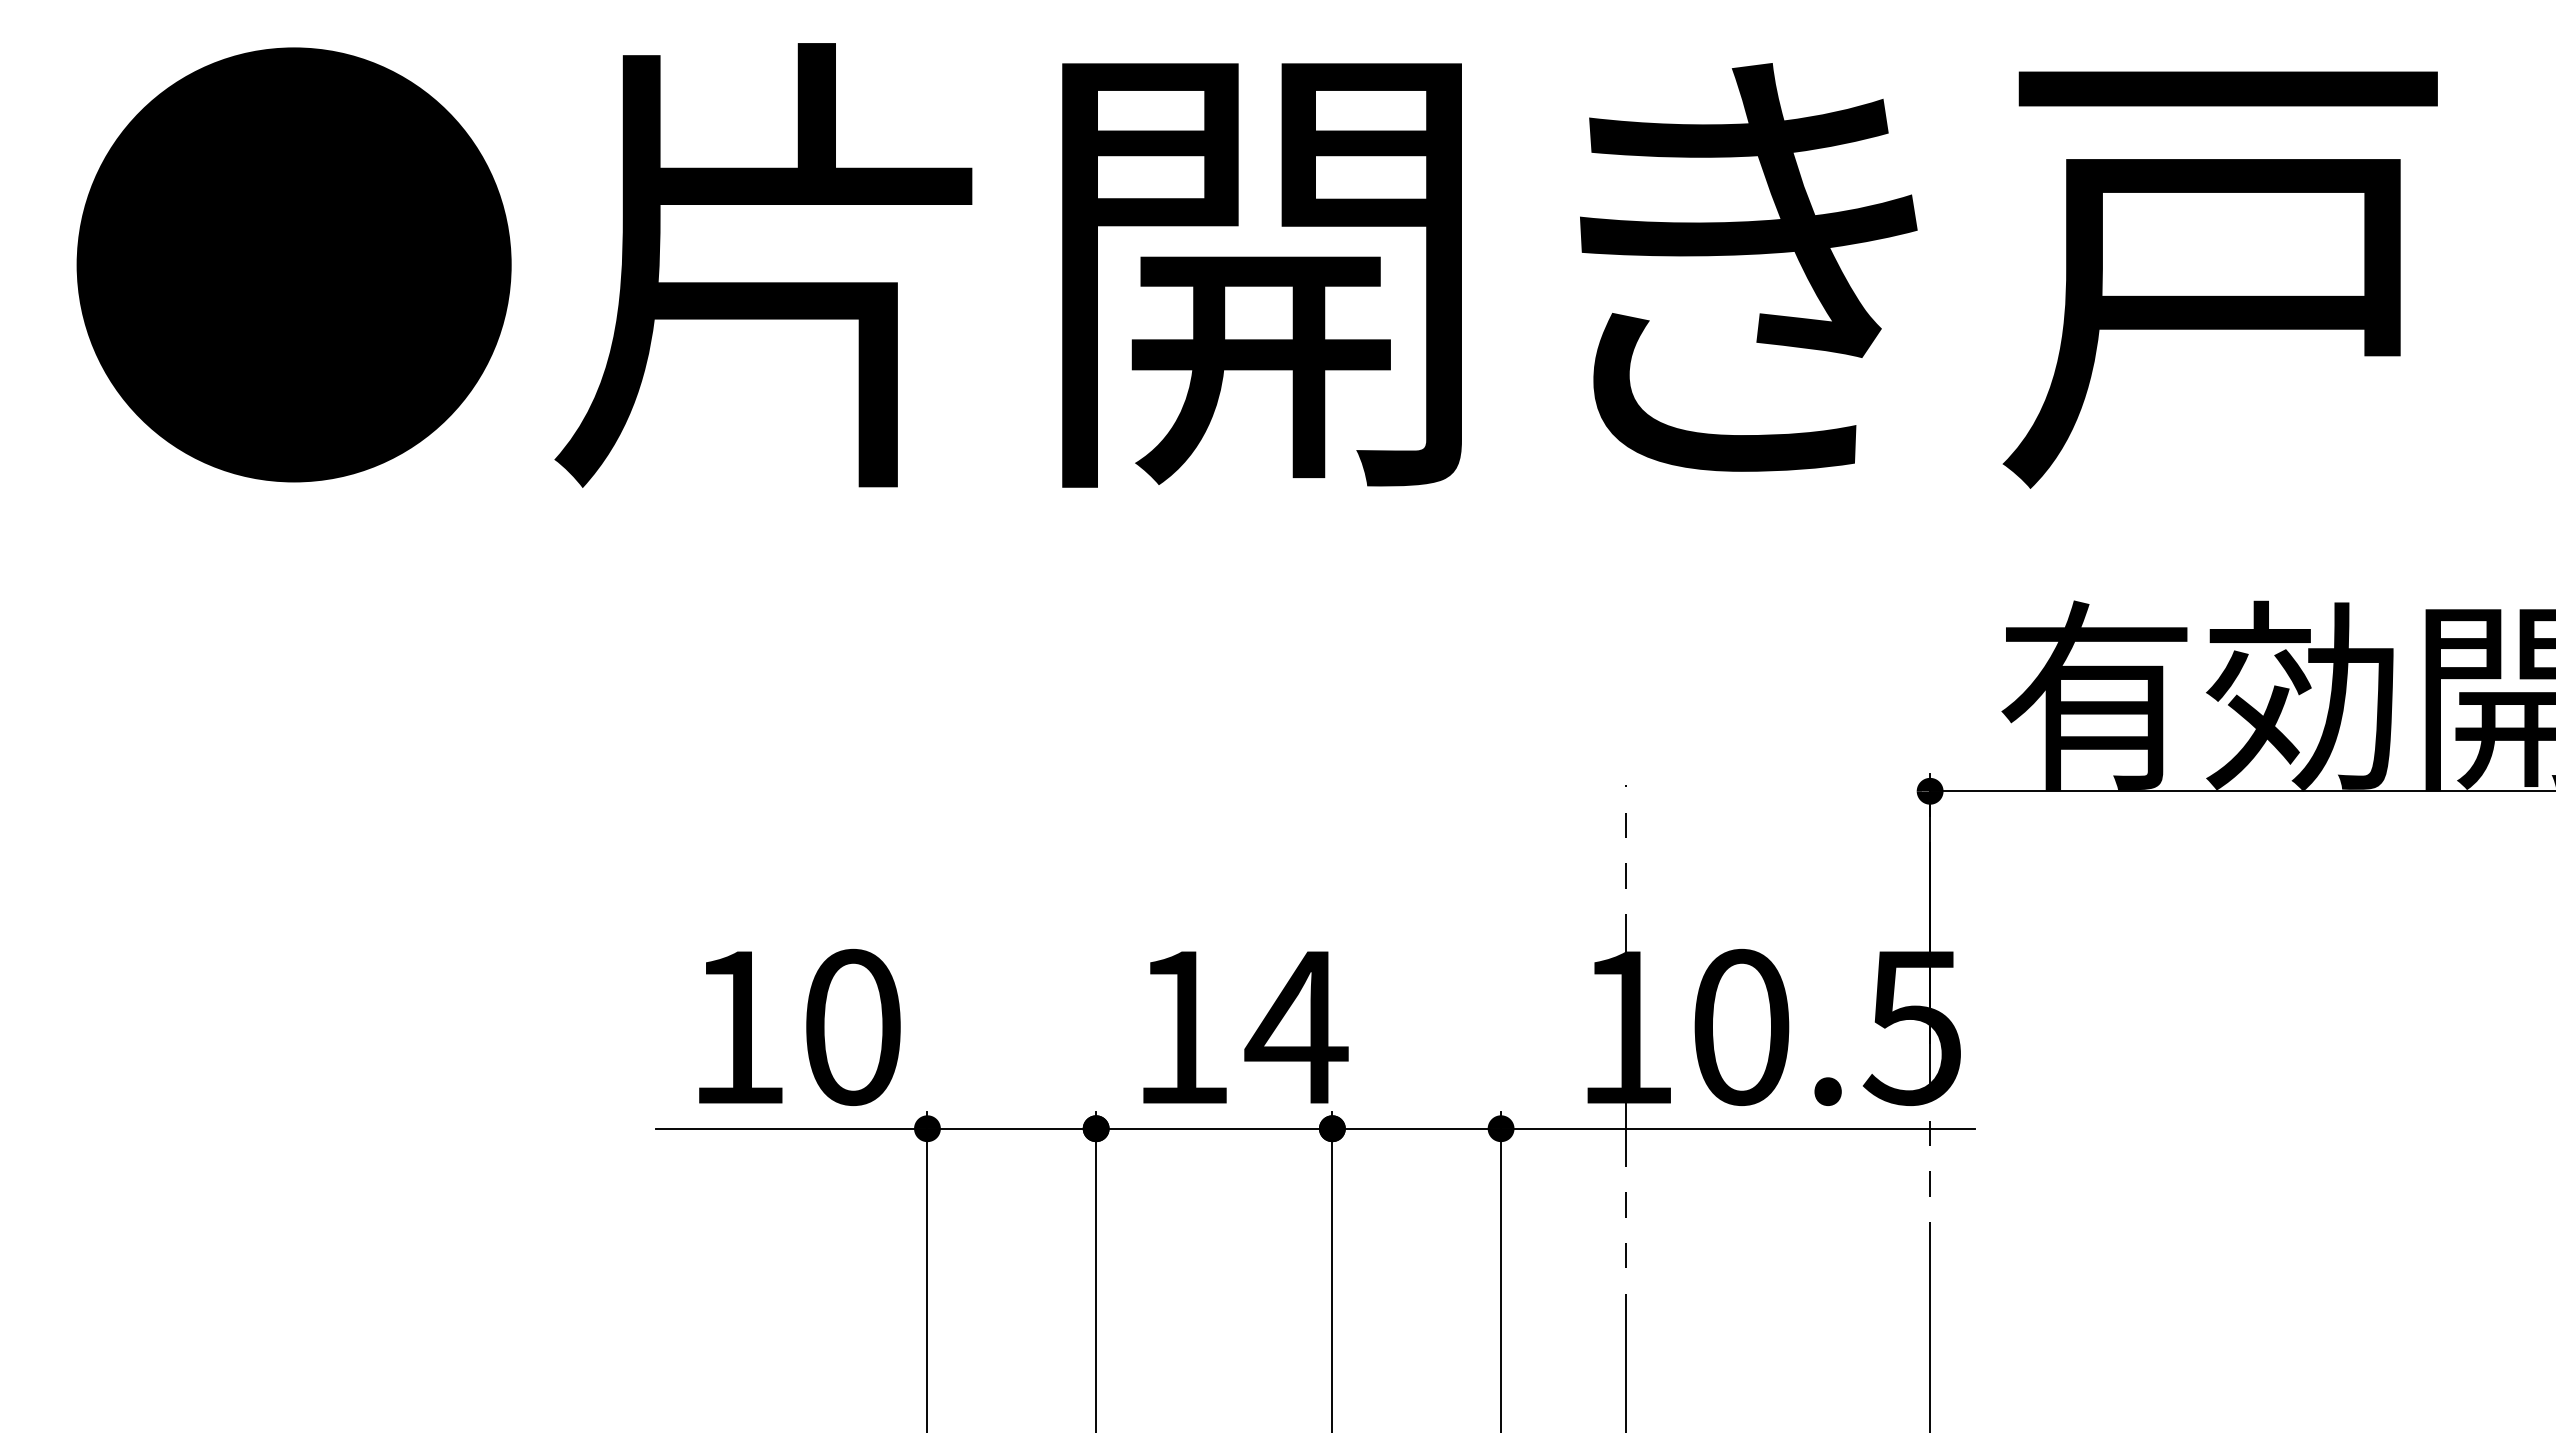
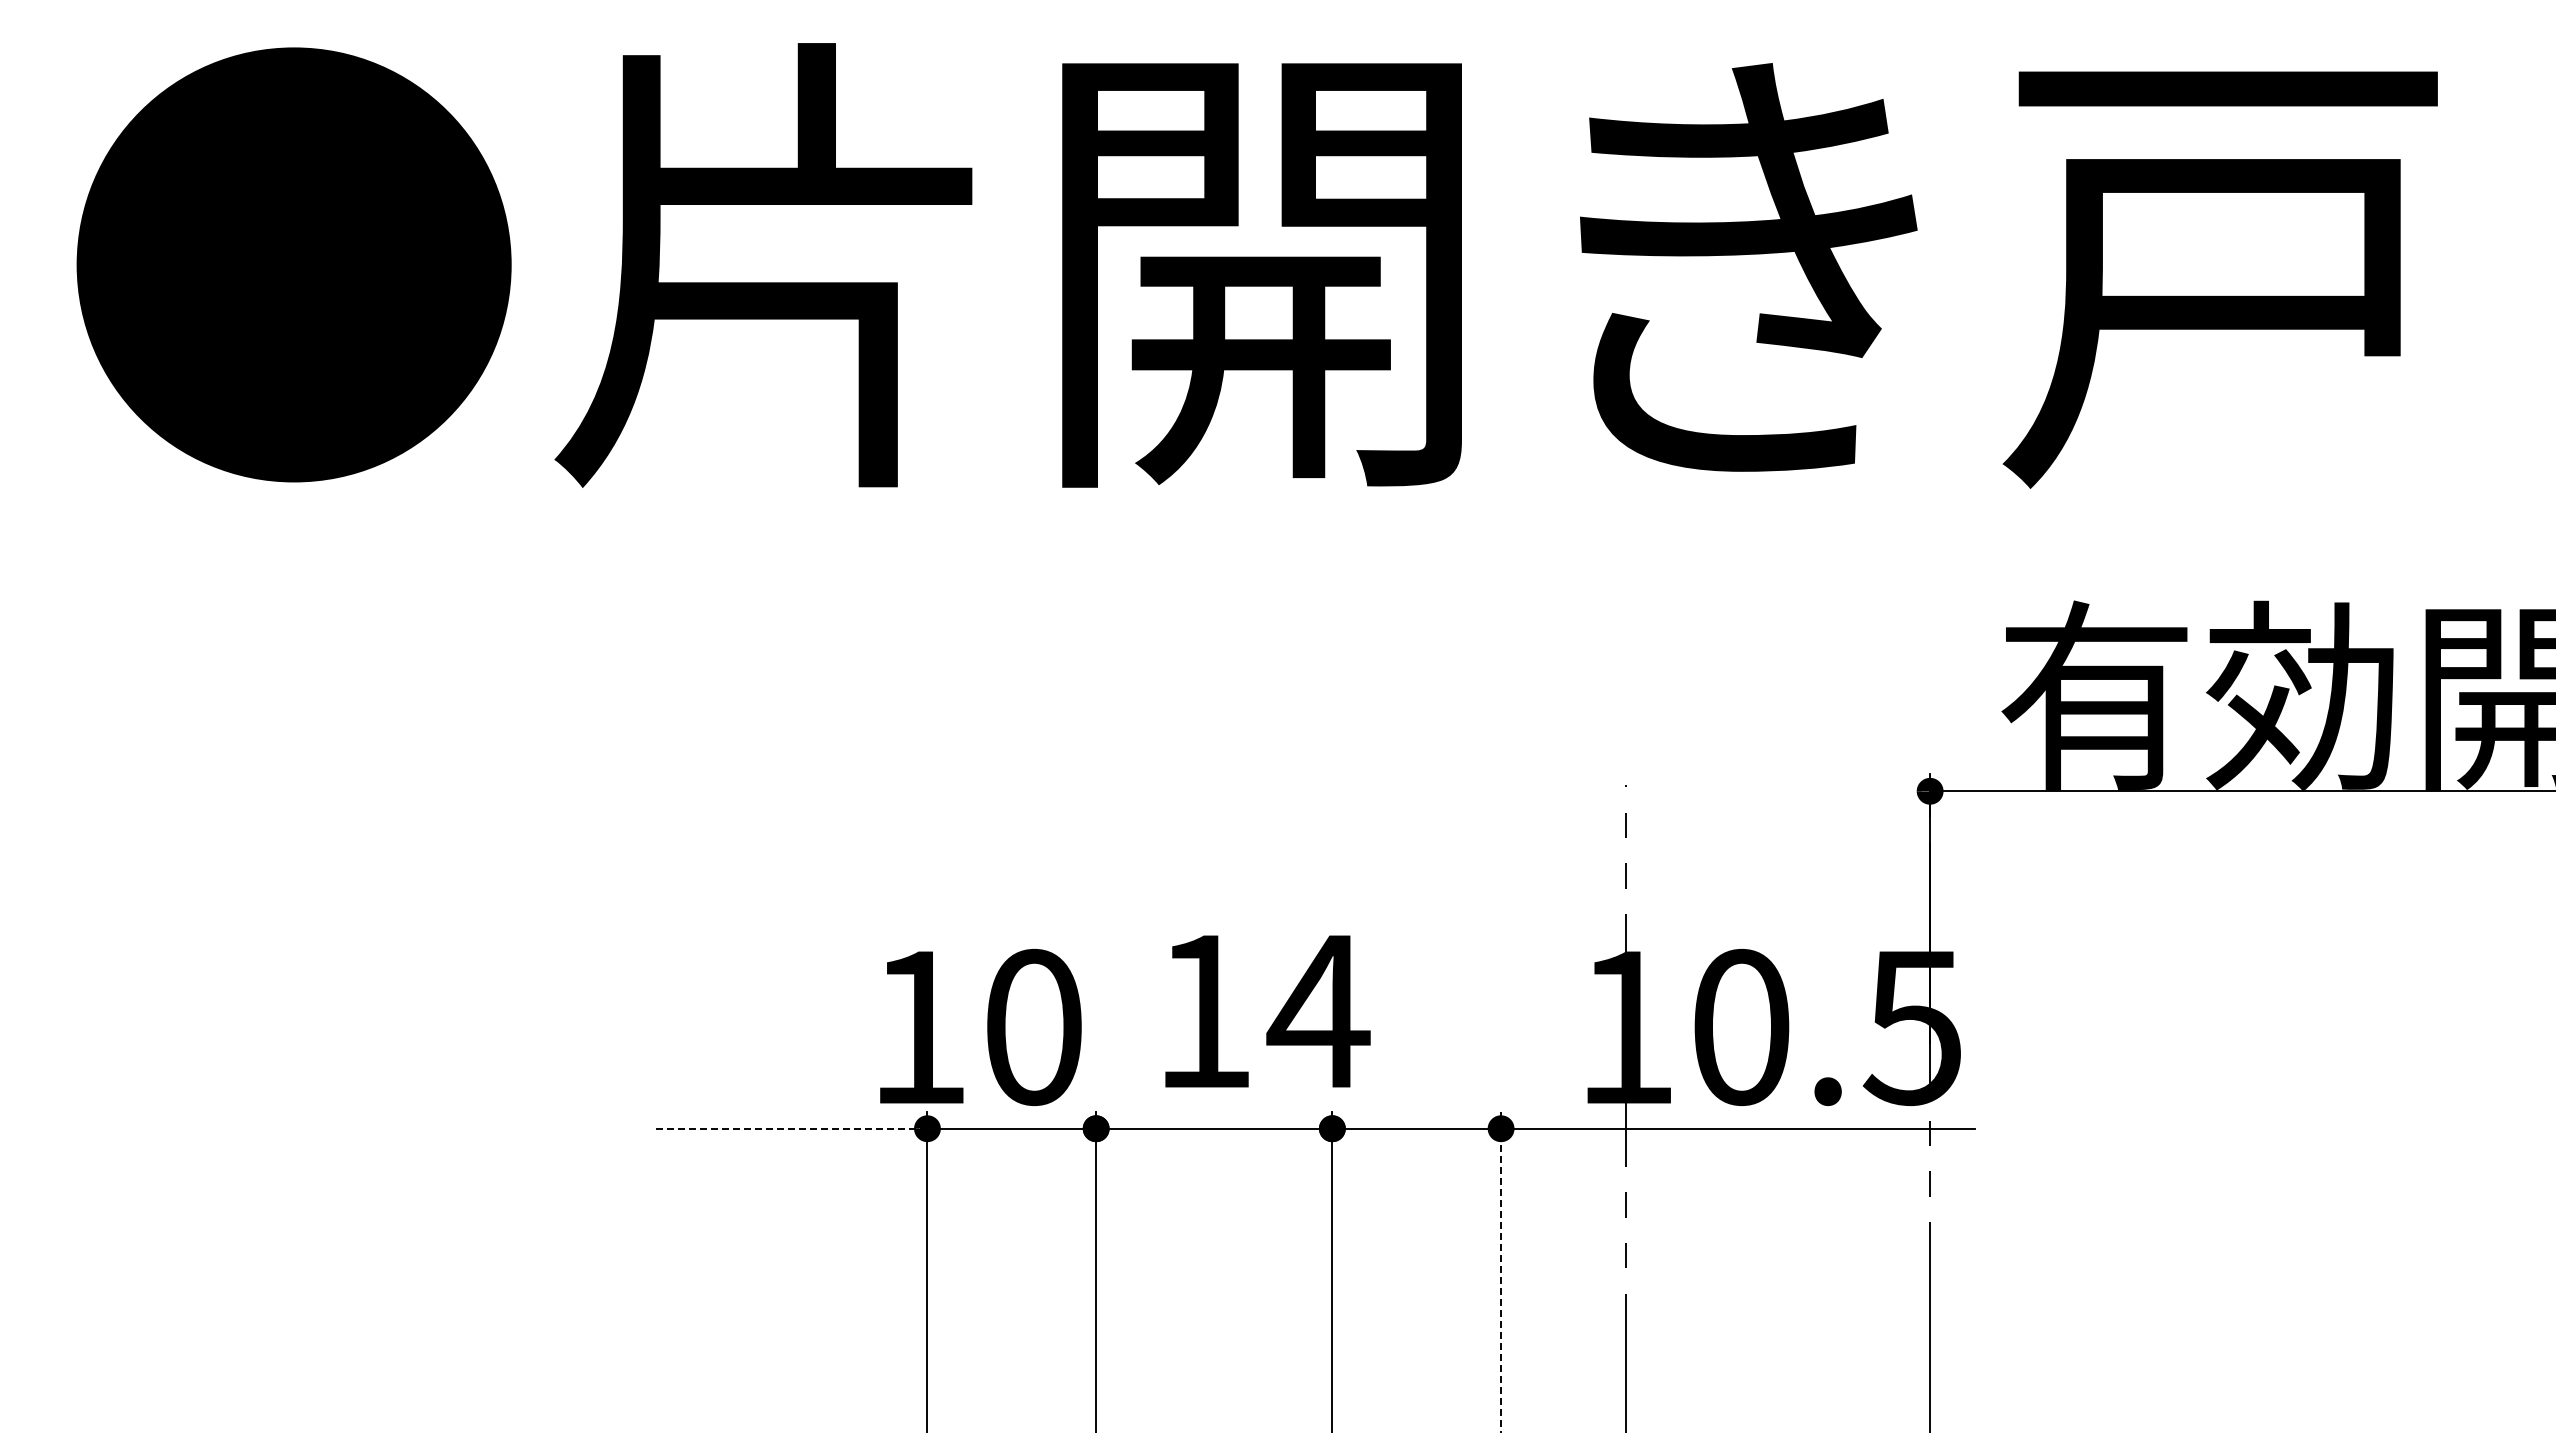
text at (799, 1027) position: (799, 1027) -> (980, 1027)
text at (1245, 1027) position: (1245, 1027) -> (1267, 1011)
line at (791, 1128): solid -> dashed
line at (1501, 1271): solid -> dashed
